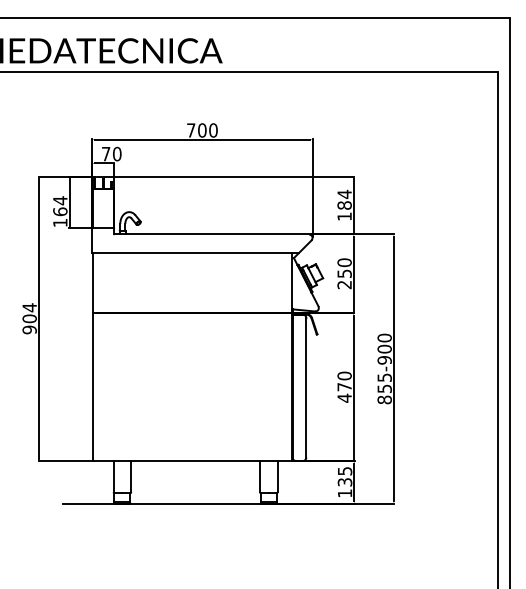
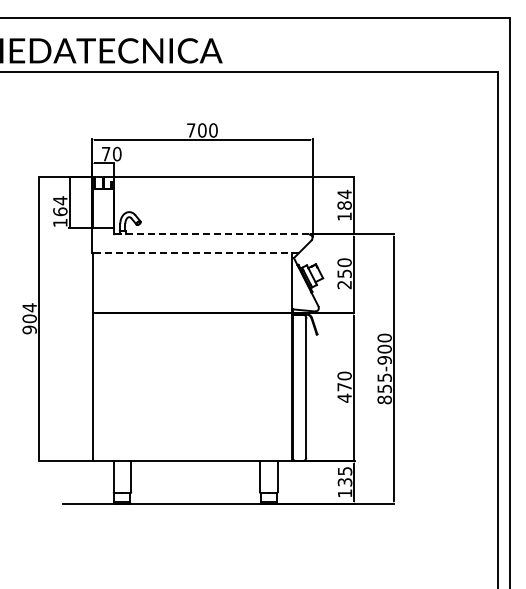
line at (211, 234): solid -> dashed
line at (194, 253): solid -> dashed
